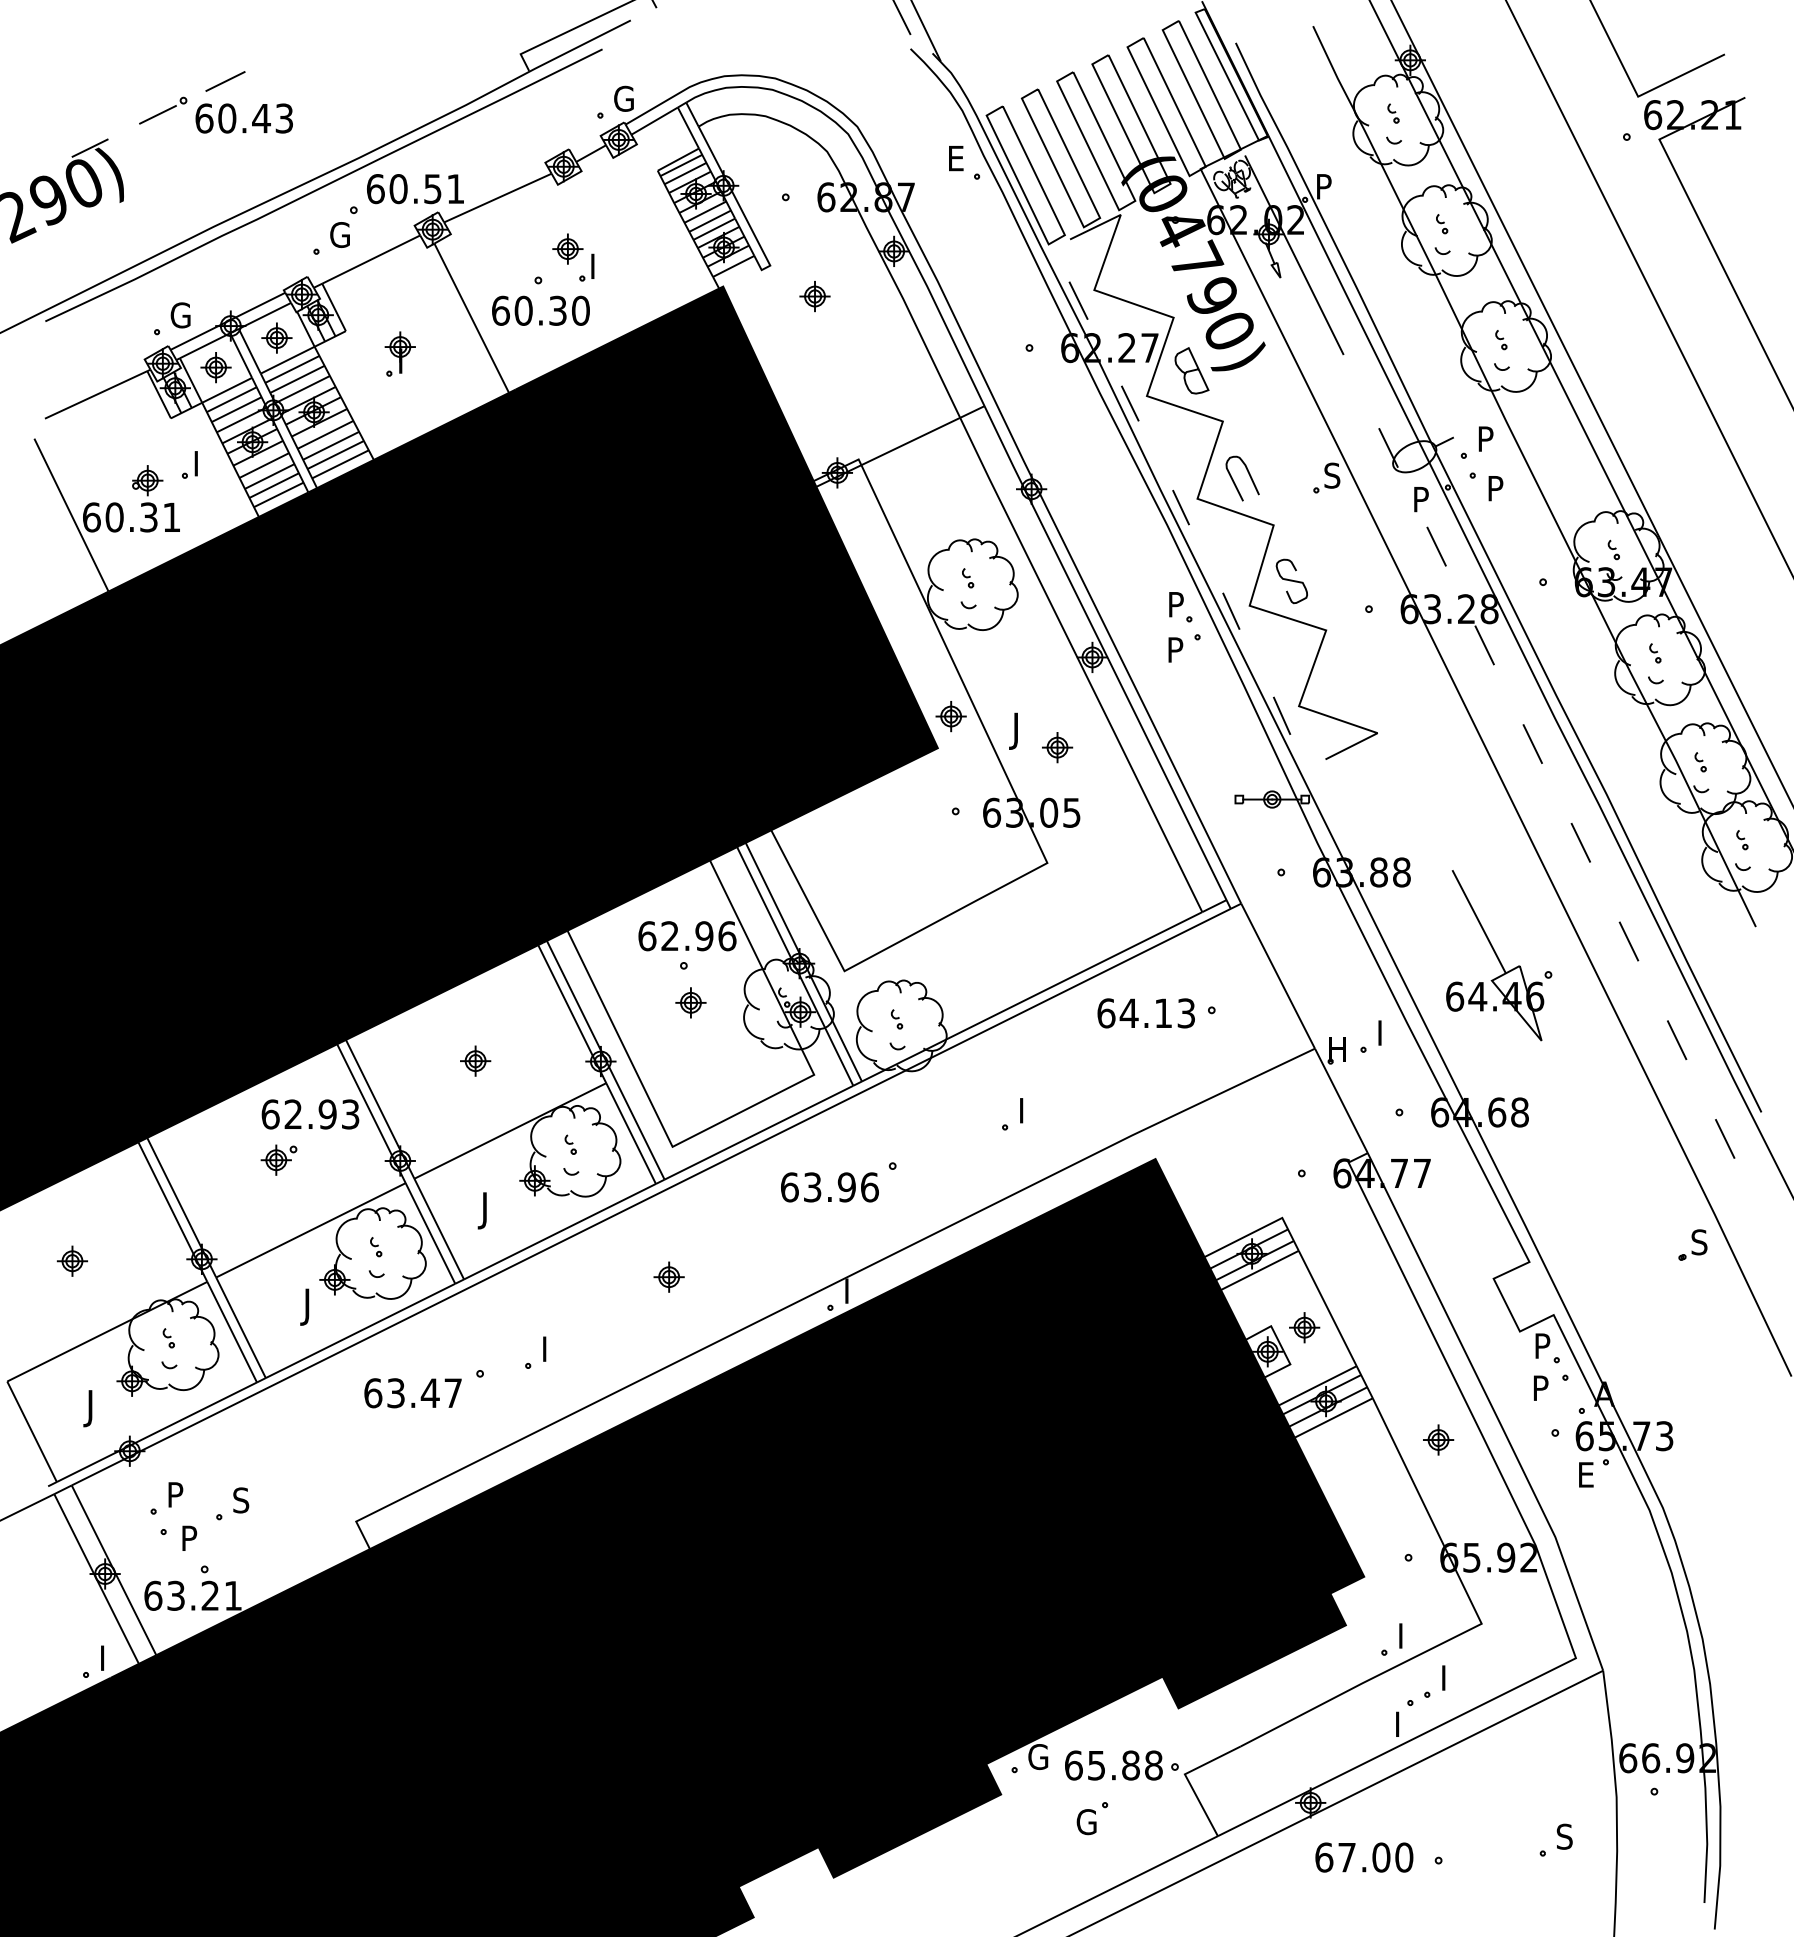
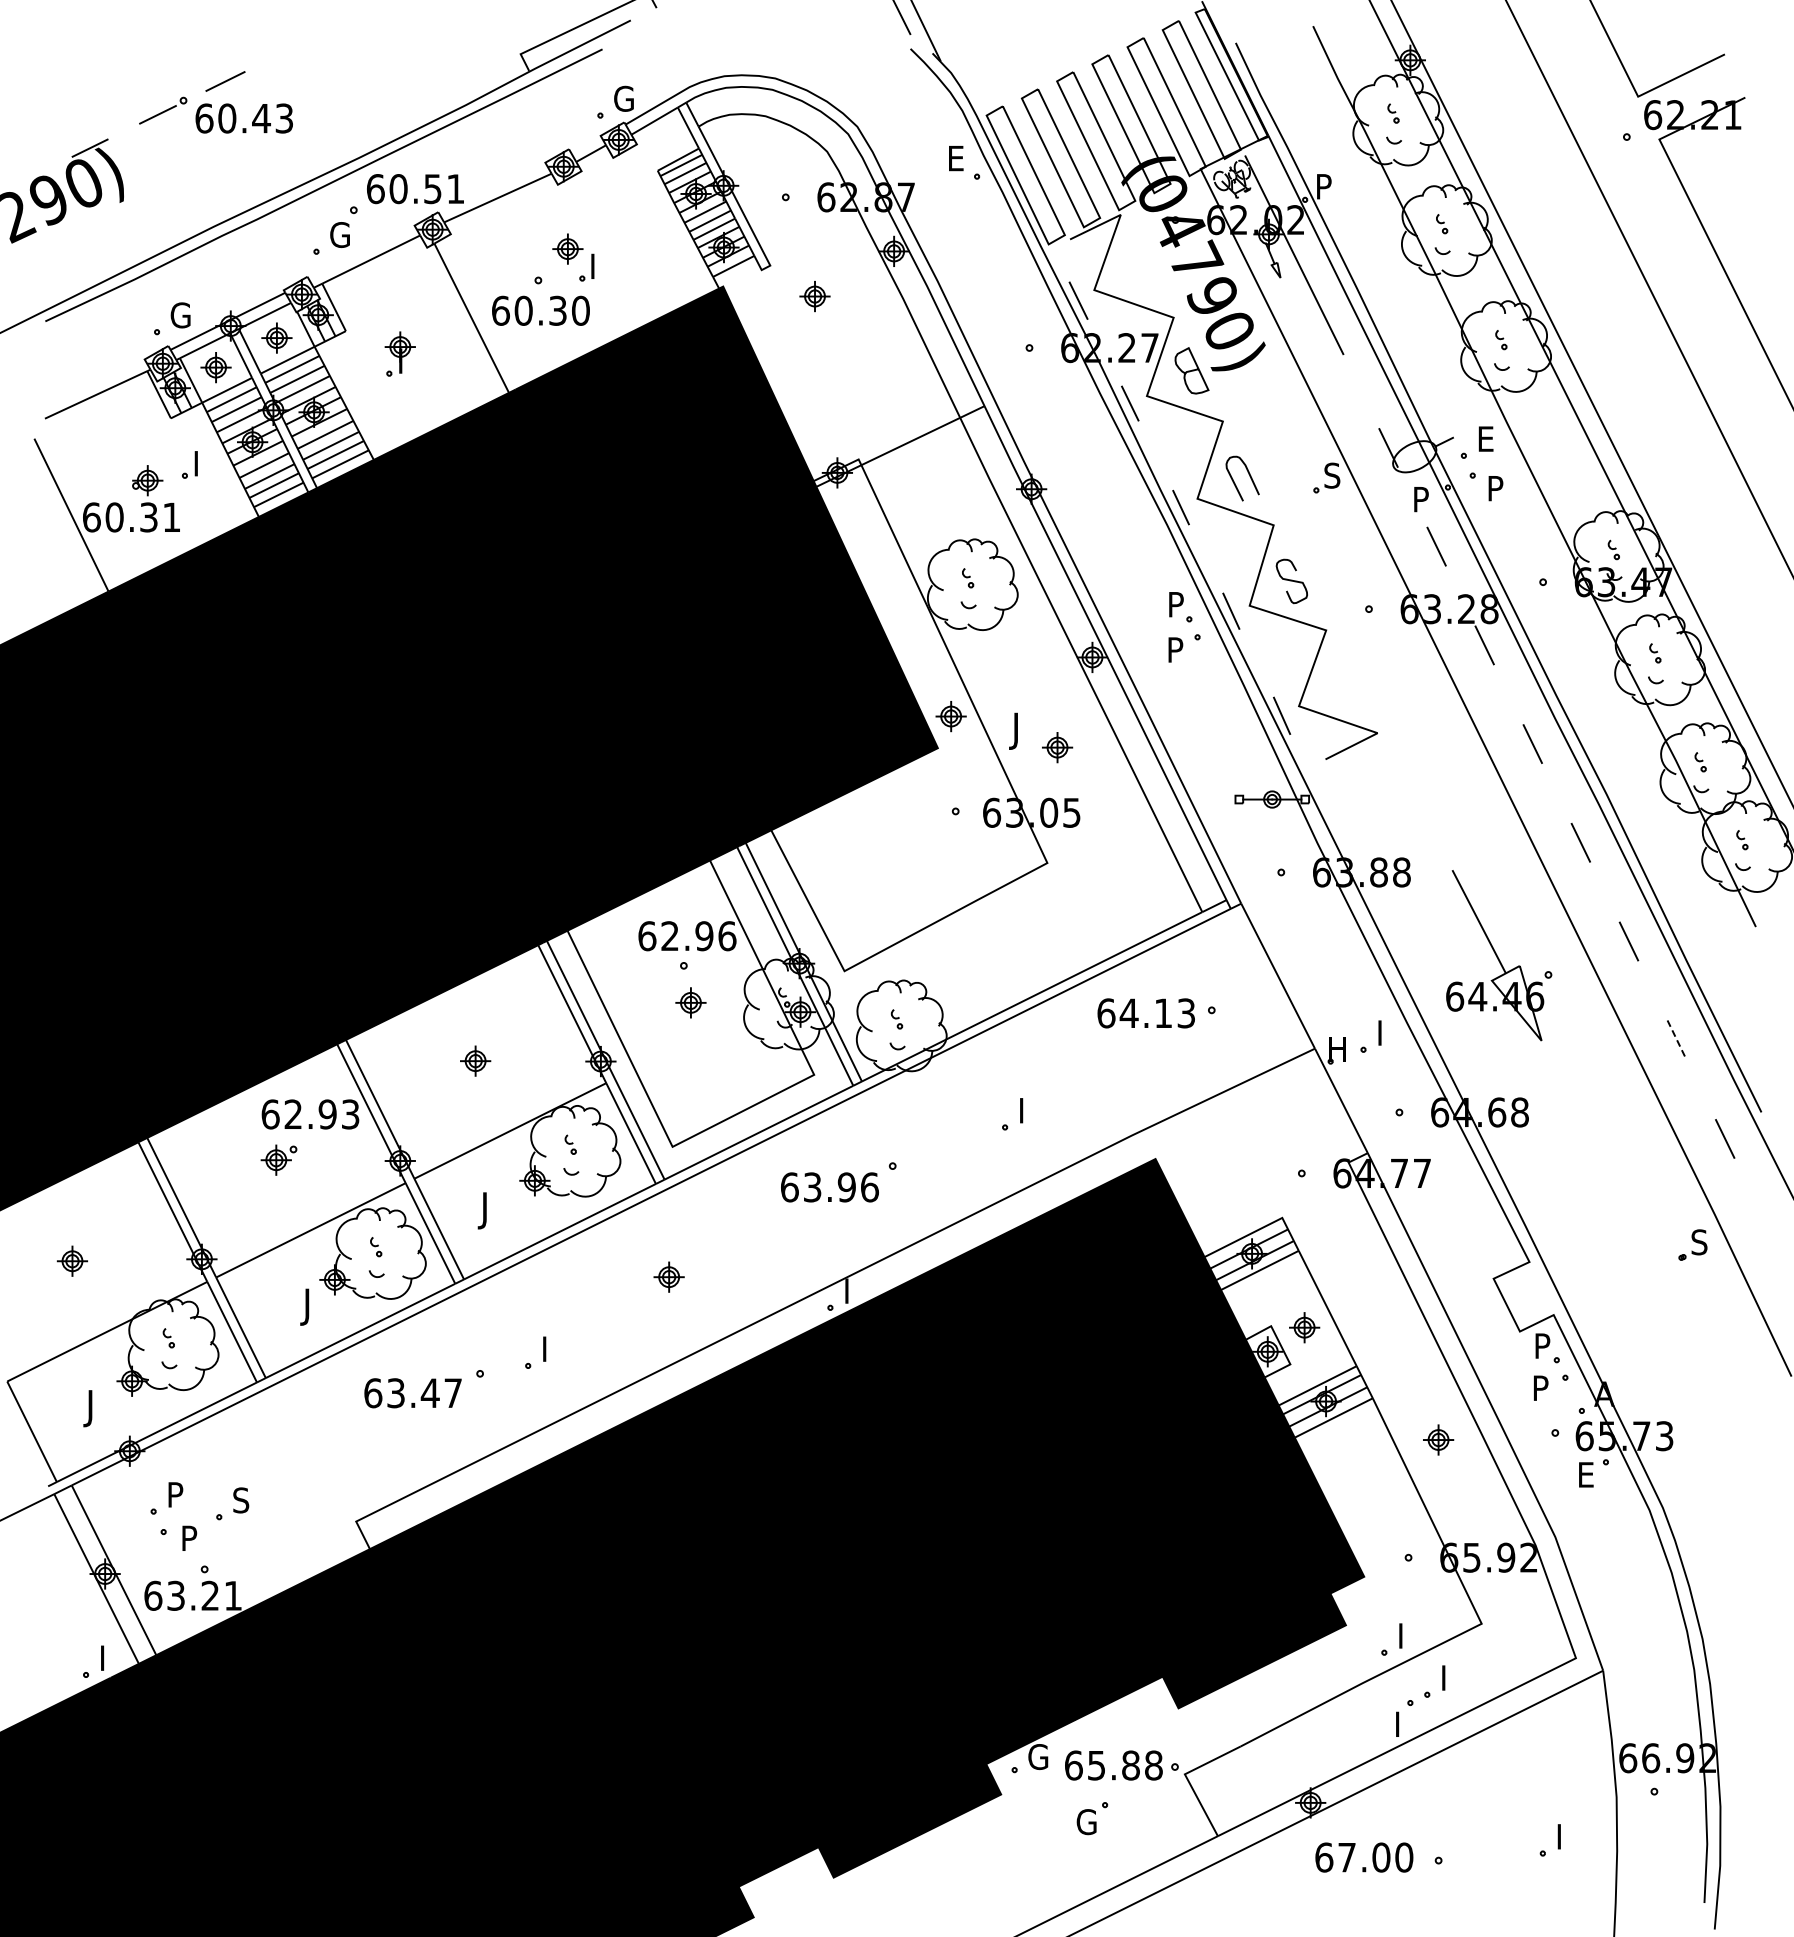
text at (1487, 438): P -> E
line at (1677, 1040): solid -> dashed
text at (1564, 1836): S -> I
